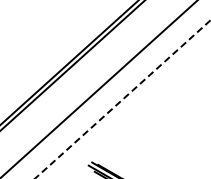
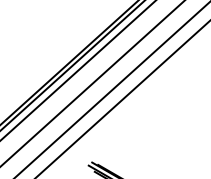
line at (77, 70): none -> present
line at (98, 88) position: (98, 88) -> (92, 83)
line at (112, 89): none -> present
line at (122, 99): dashed -> solid
